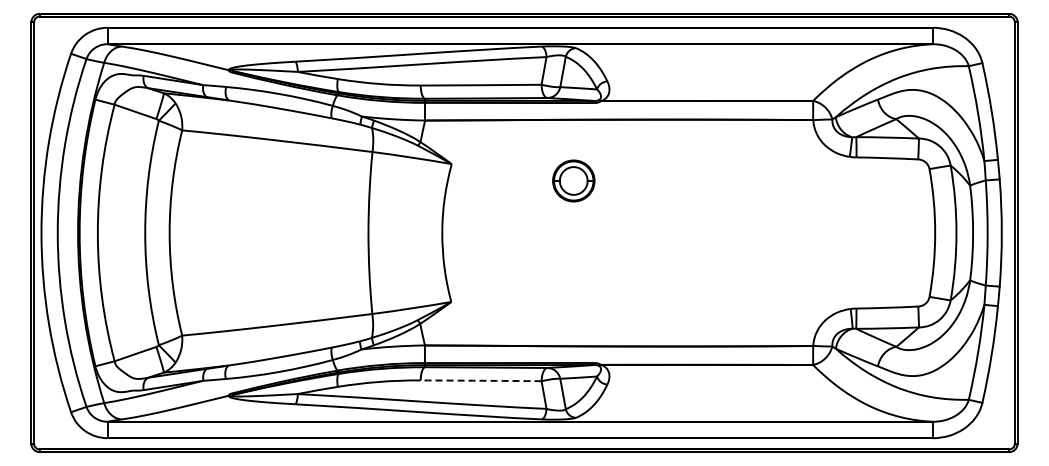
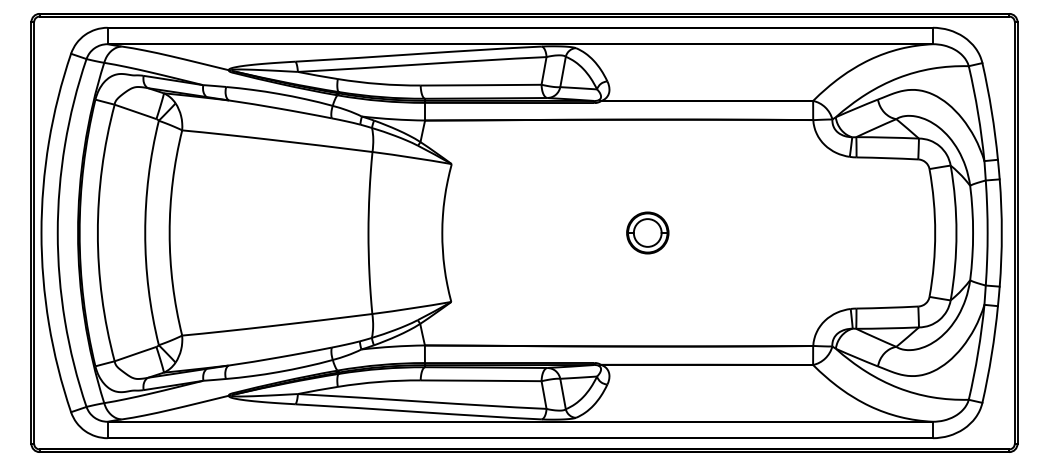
part at (573, 180) position: (573, 180) -> (647, 232)
arc at (481, 380): dashed -> solid
